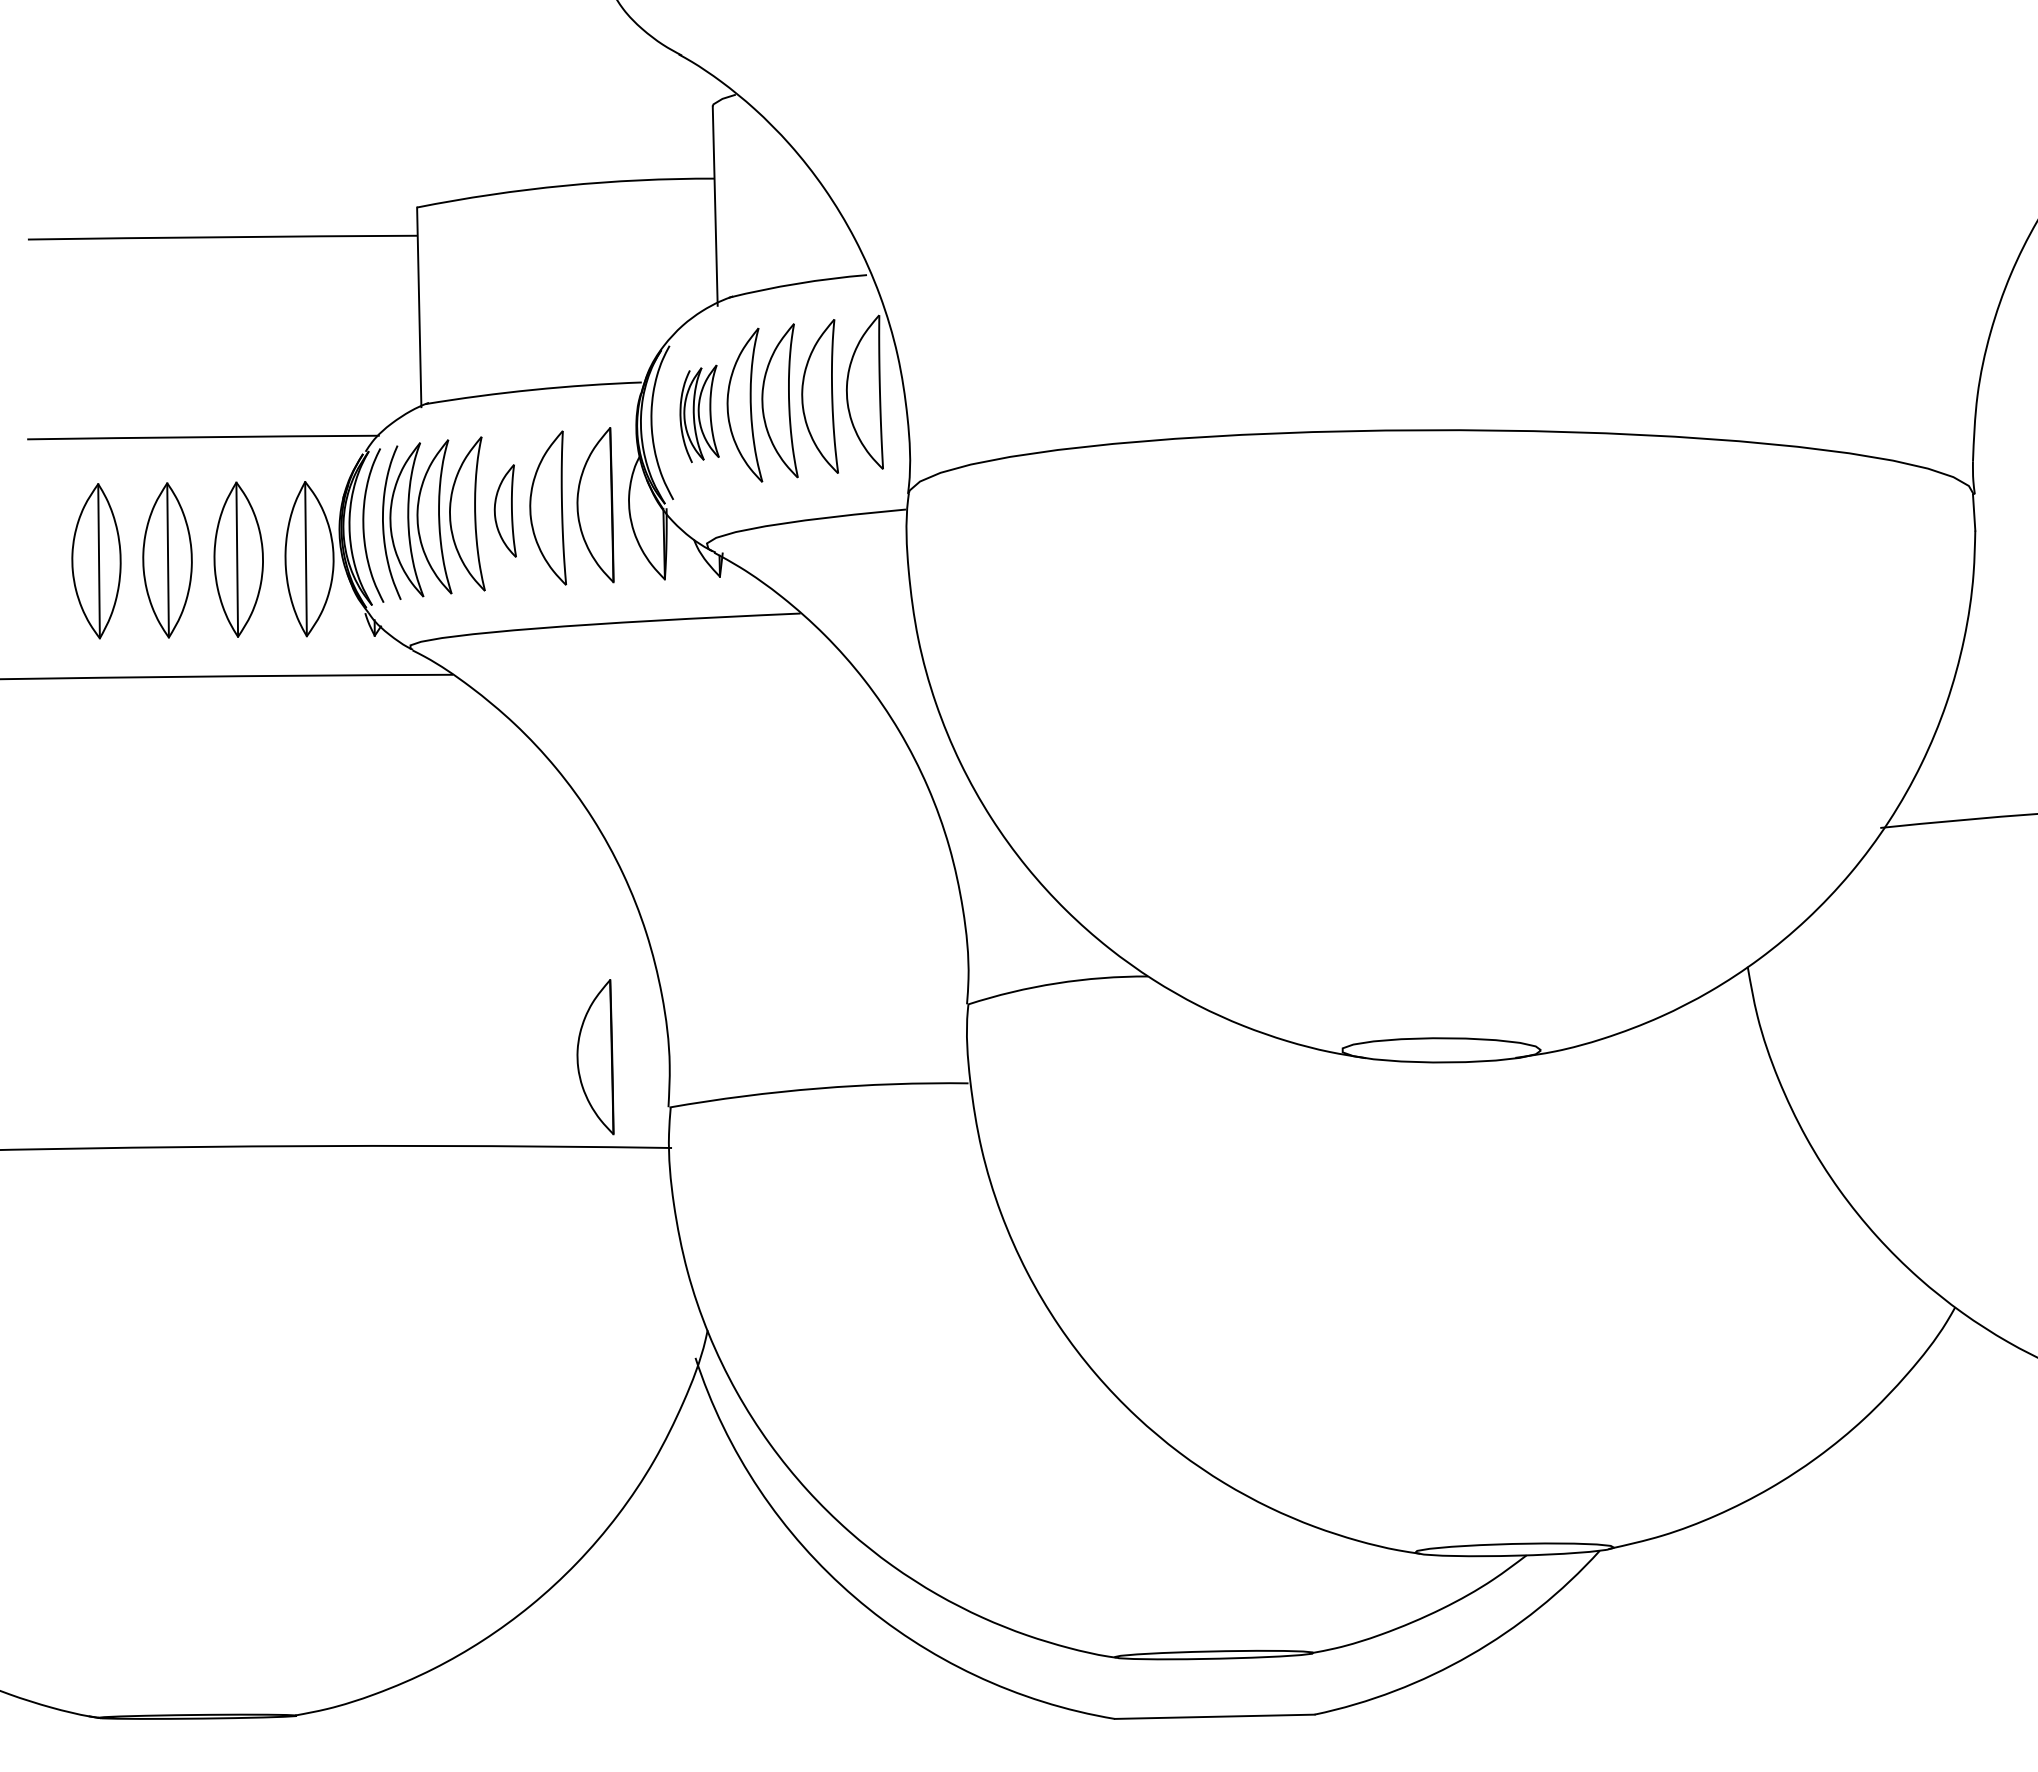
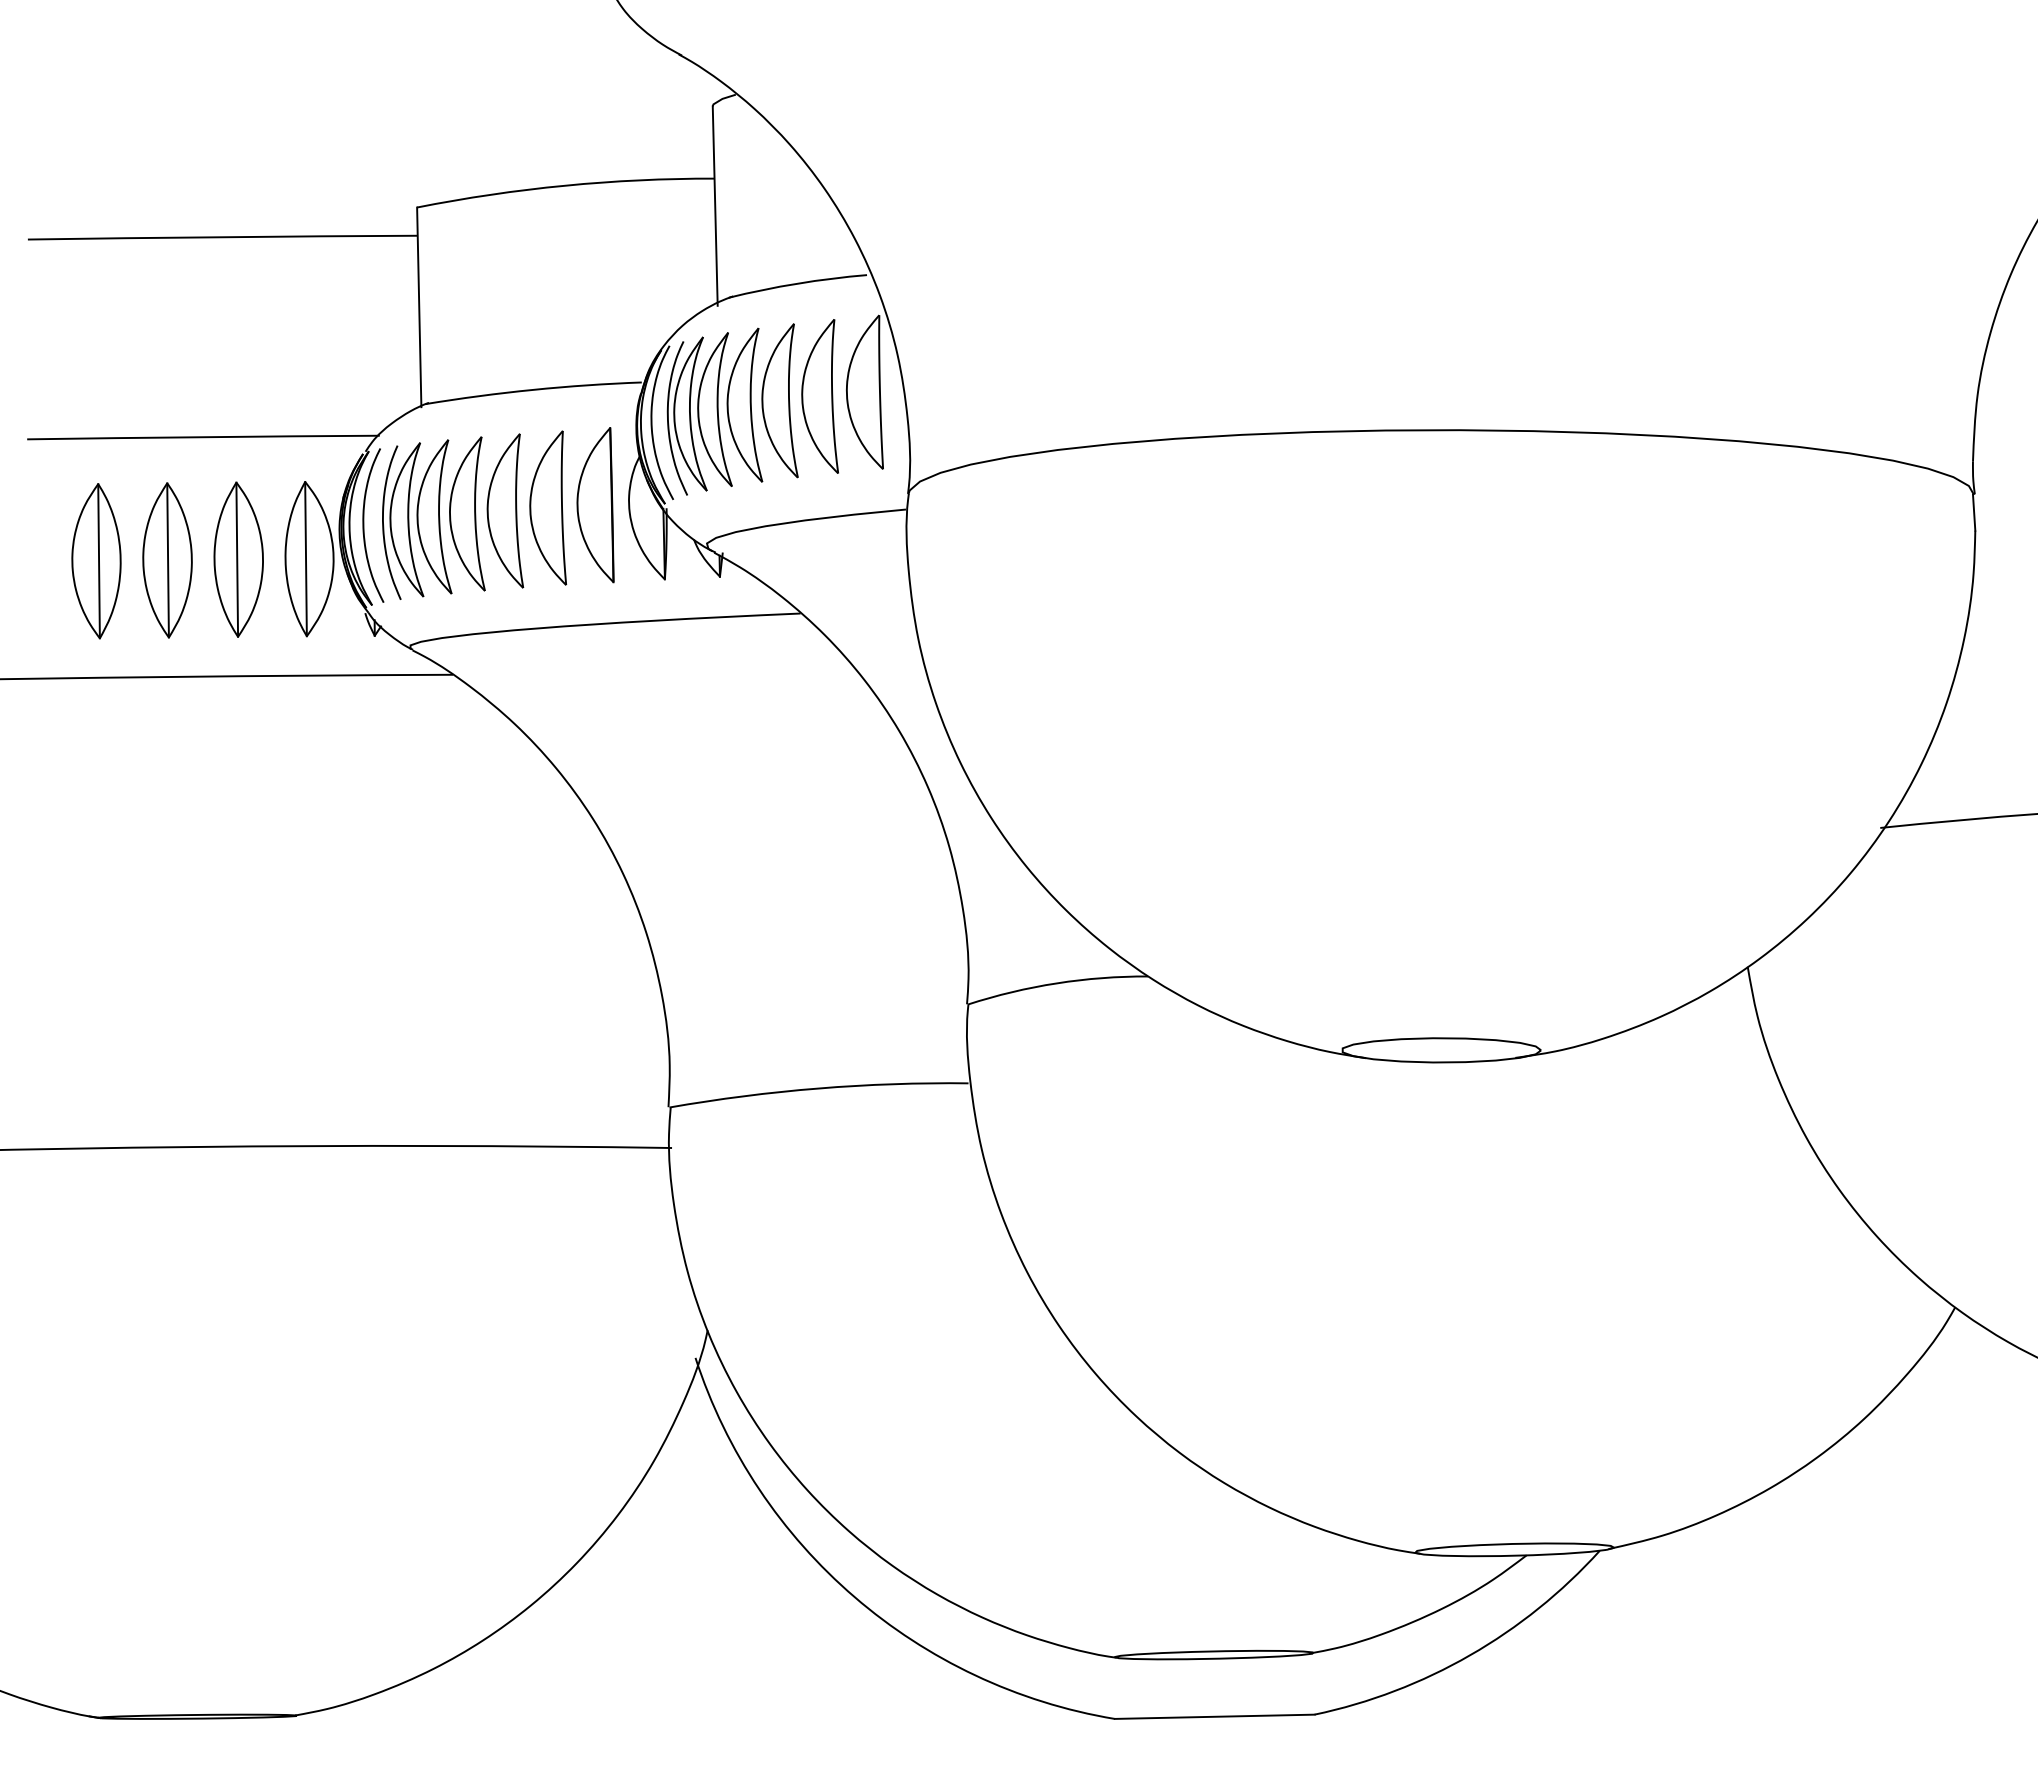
part at (699, 413) size: 41x100 px -> 67x164 px
part at (504, 510) size: 24x94 px -> 39x156 px
part at (595, 1057): present -> none
